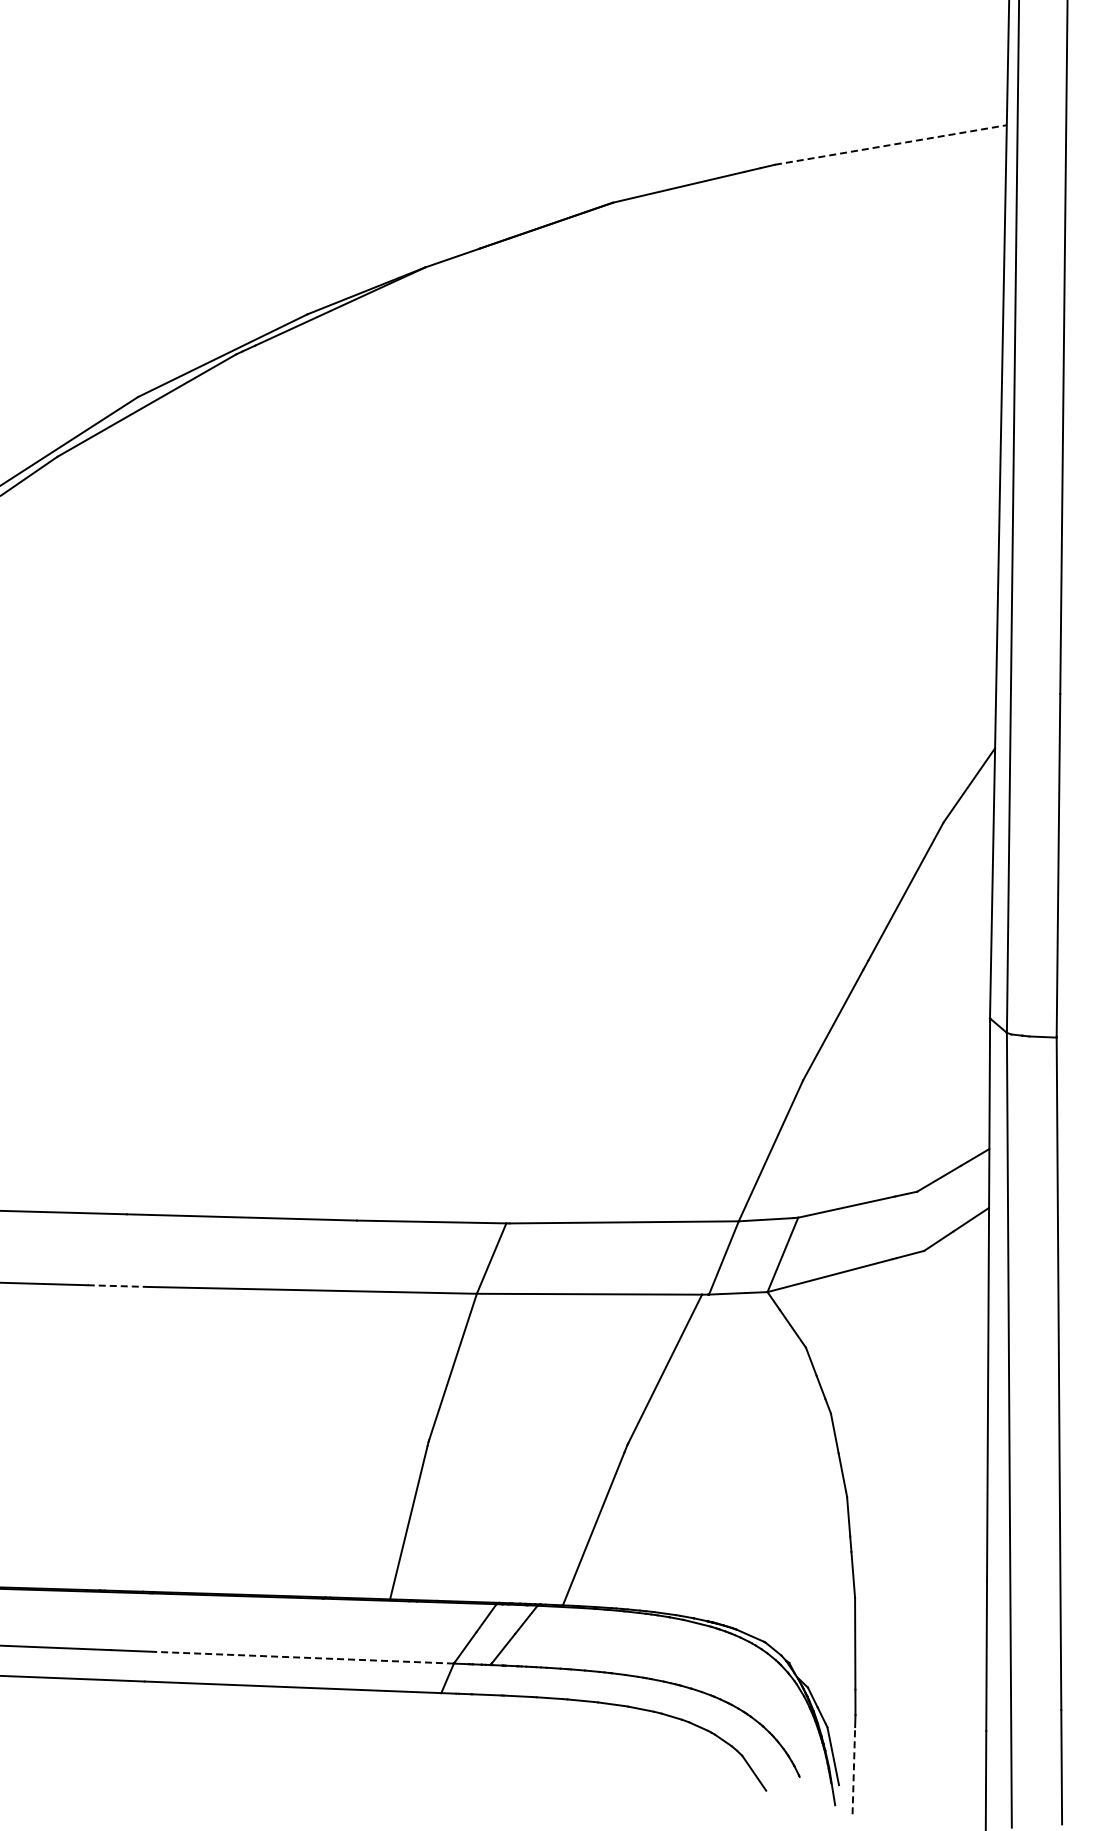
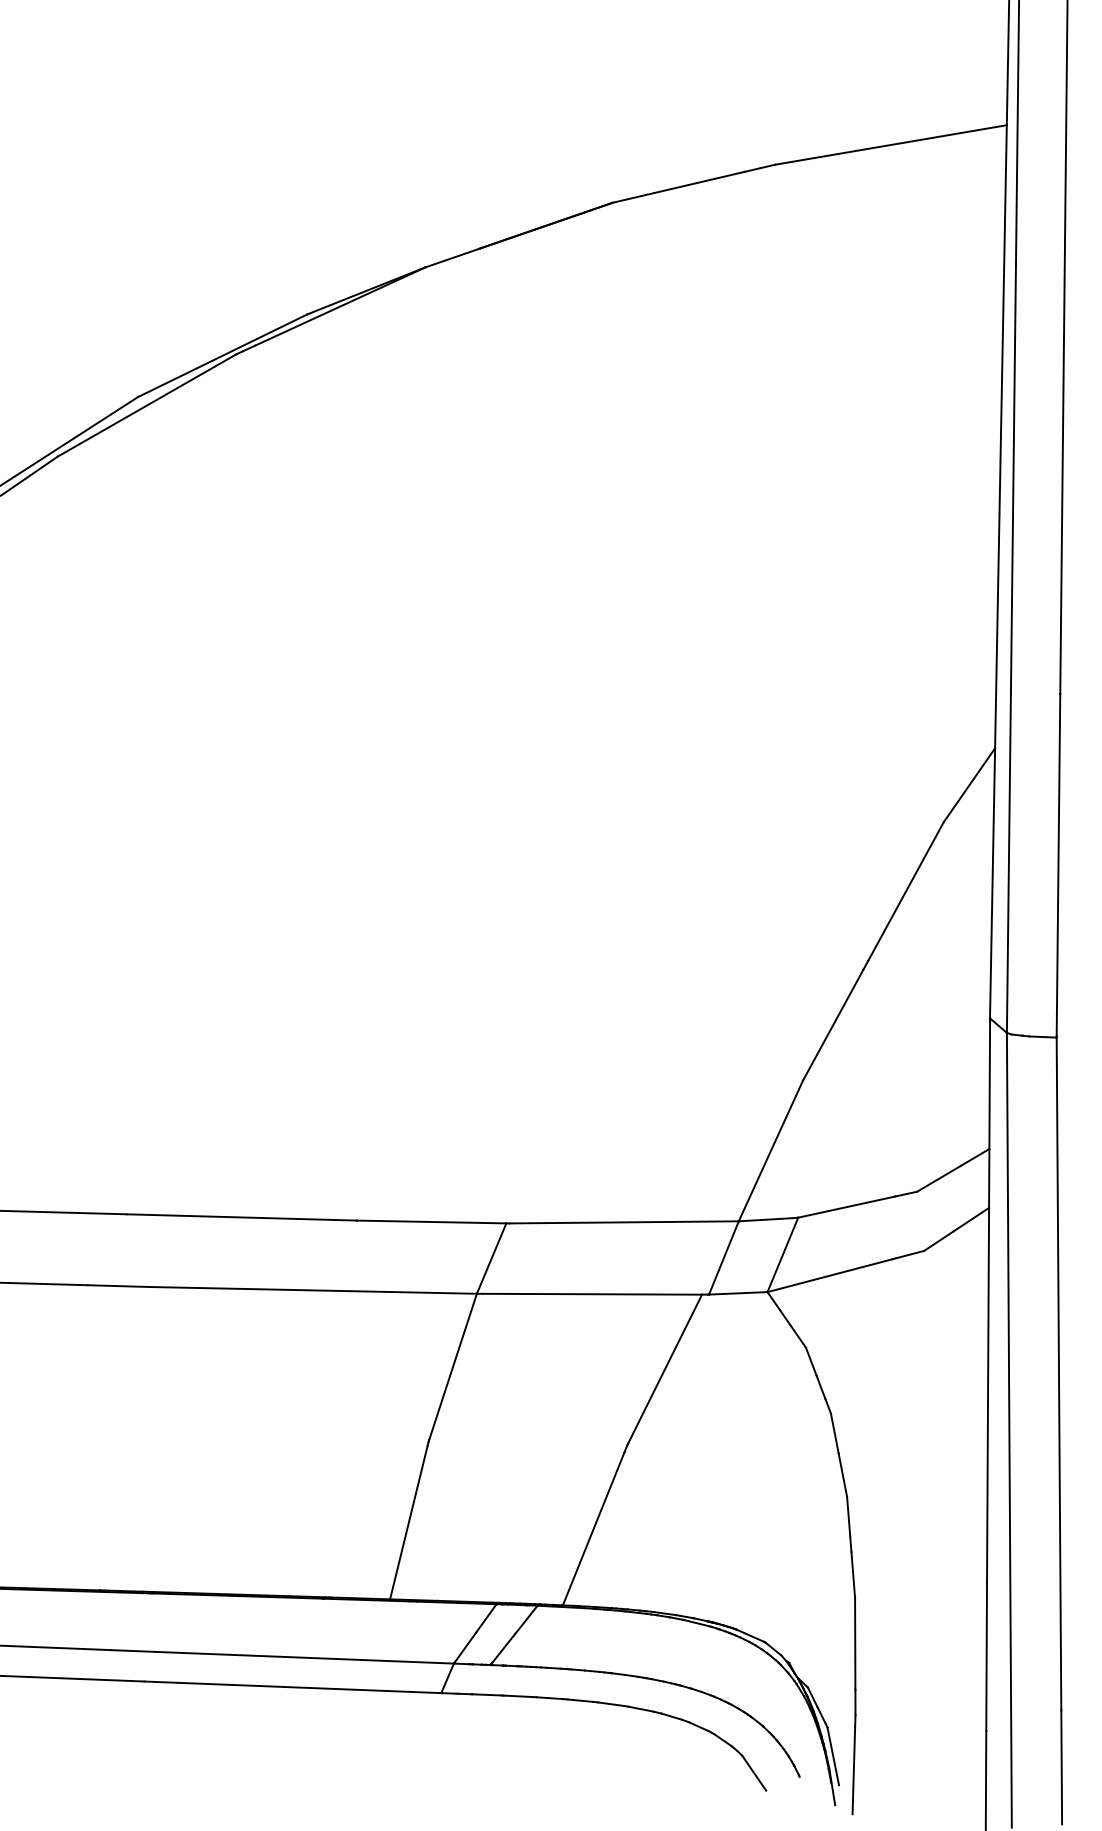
line at (890, 145): dashed -> solid
line at (119, 1286): dashed -> solid
line at (304, 1657): dashed -> solid
line at (853, 1770): dashed -> solid
